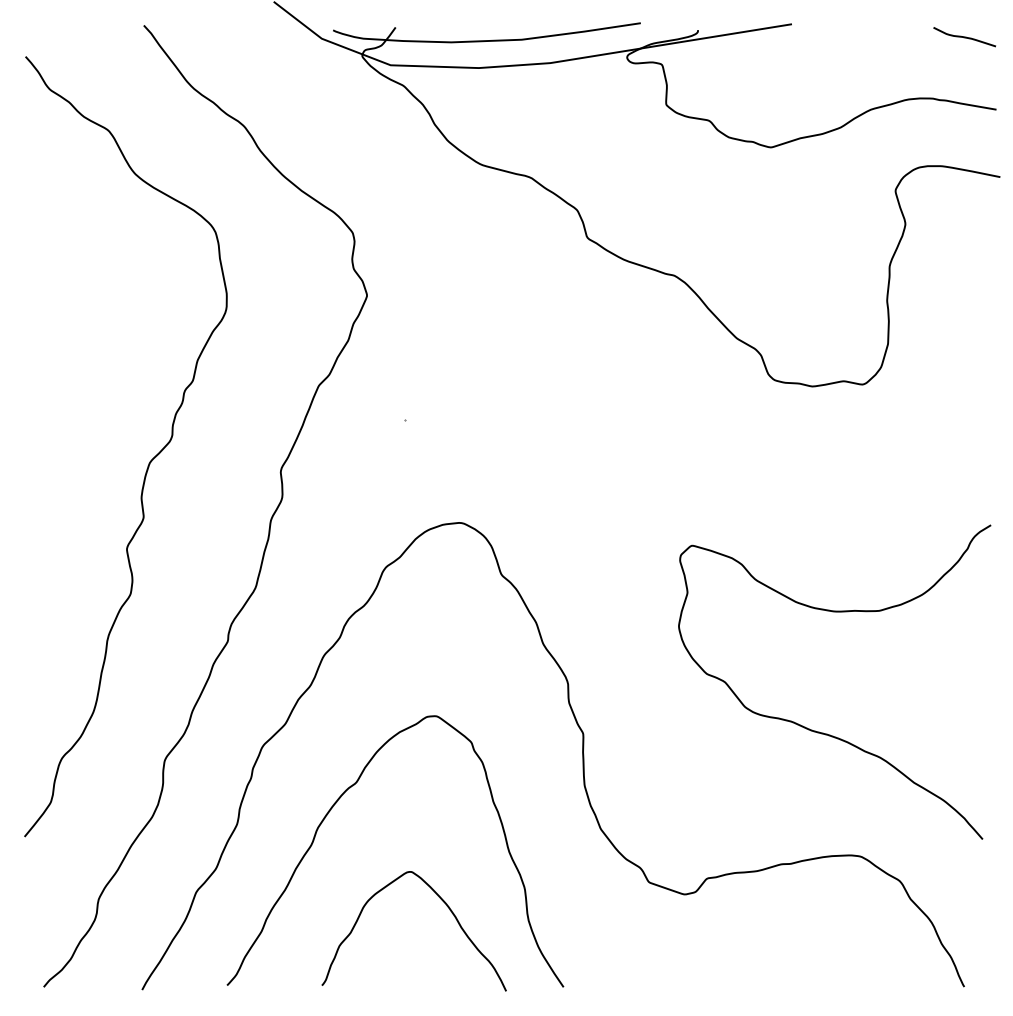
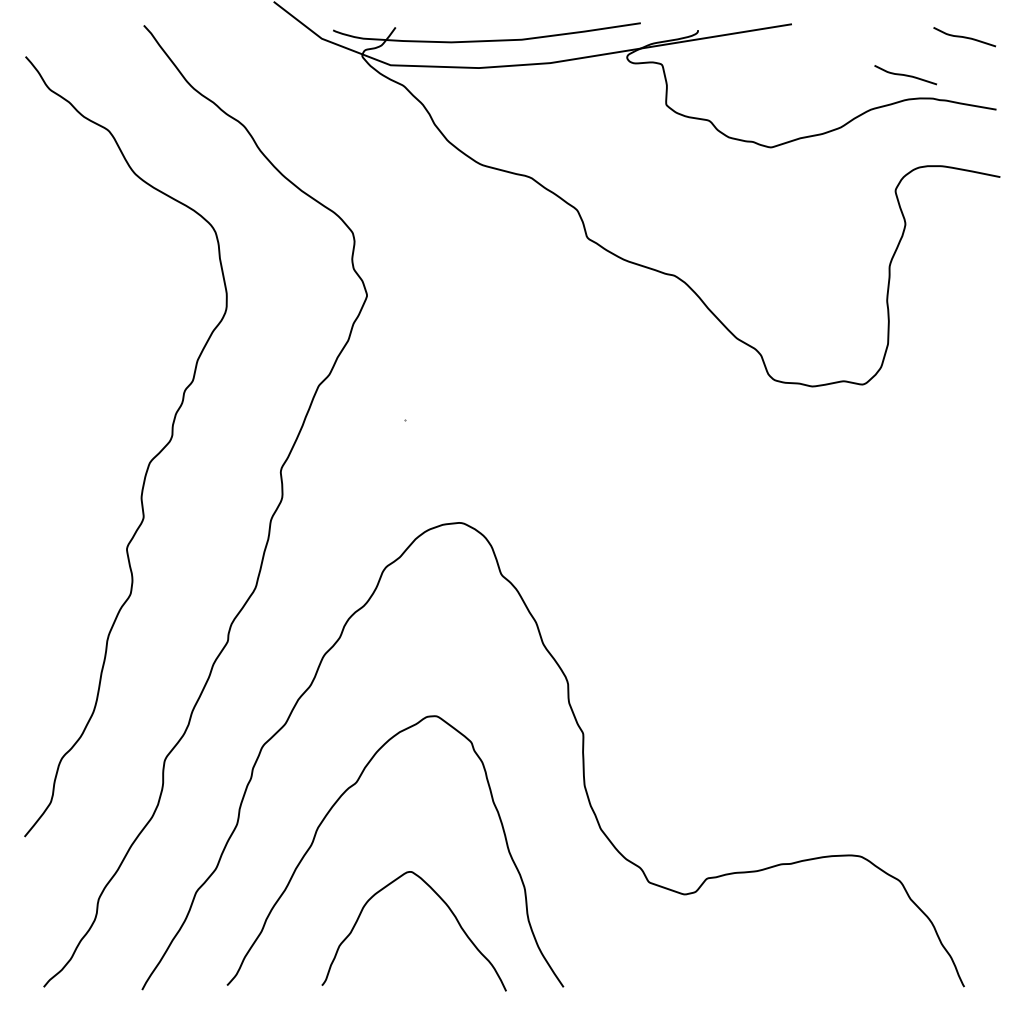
curve at (905, 75): none -> present
curve at (823, 732): present -> none
